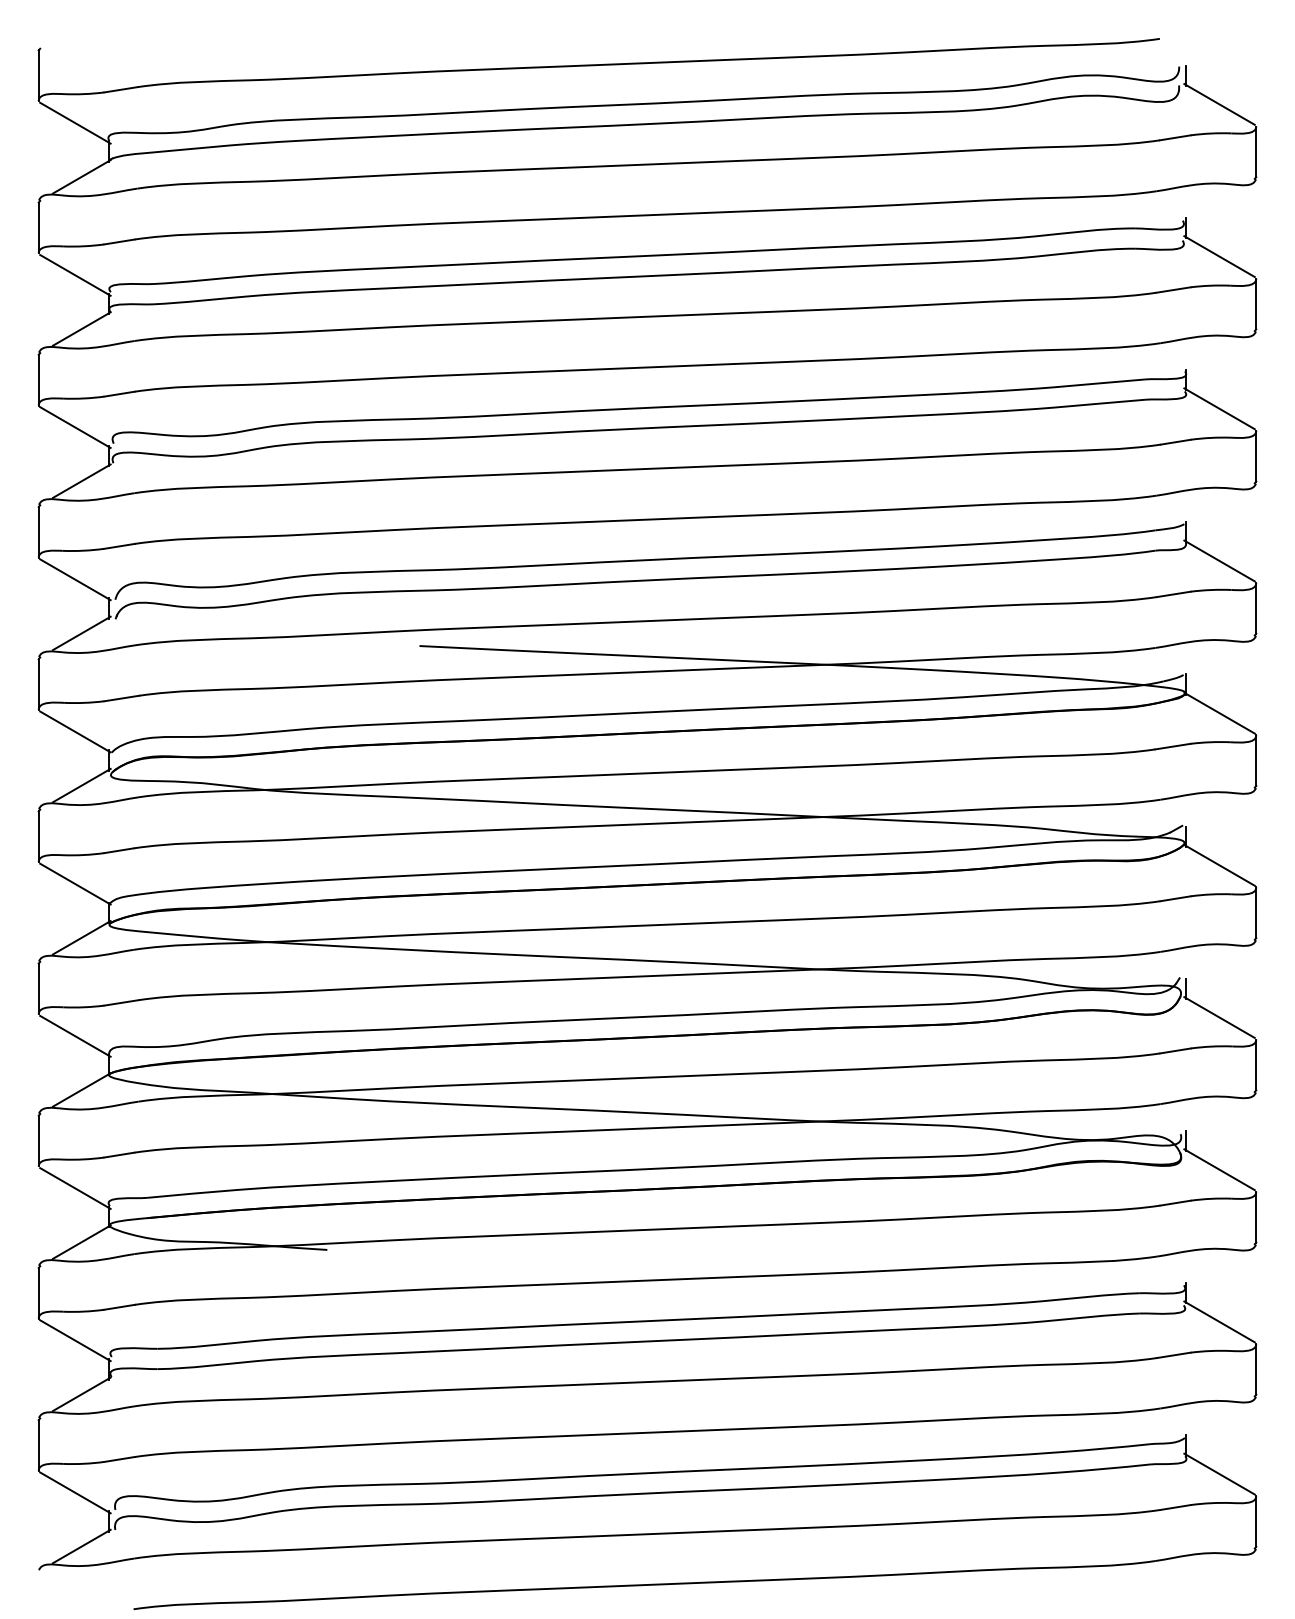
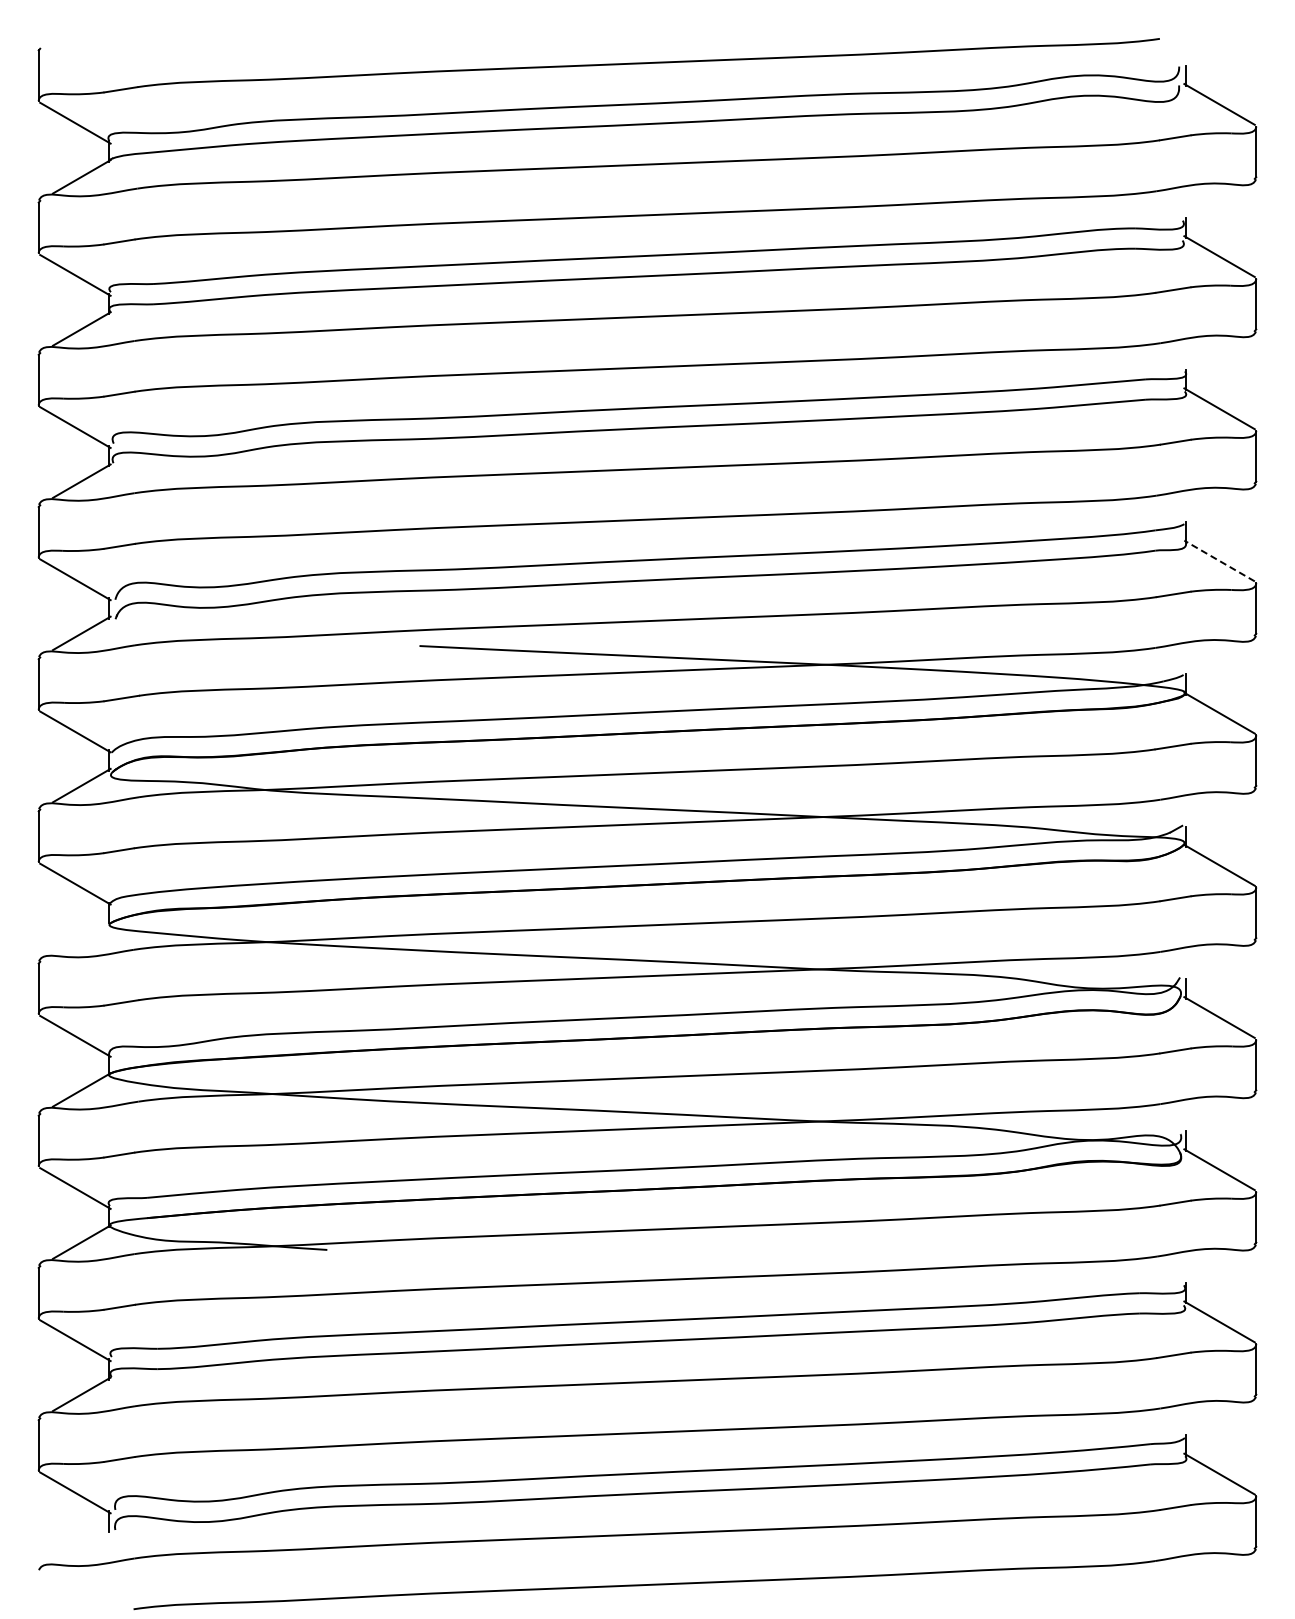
line at (1219, 561): solid -> dashed
line at (81, 937): present -> none
line at (81, 1546): present -> none
